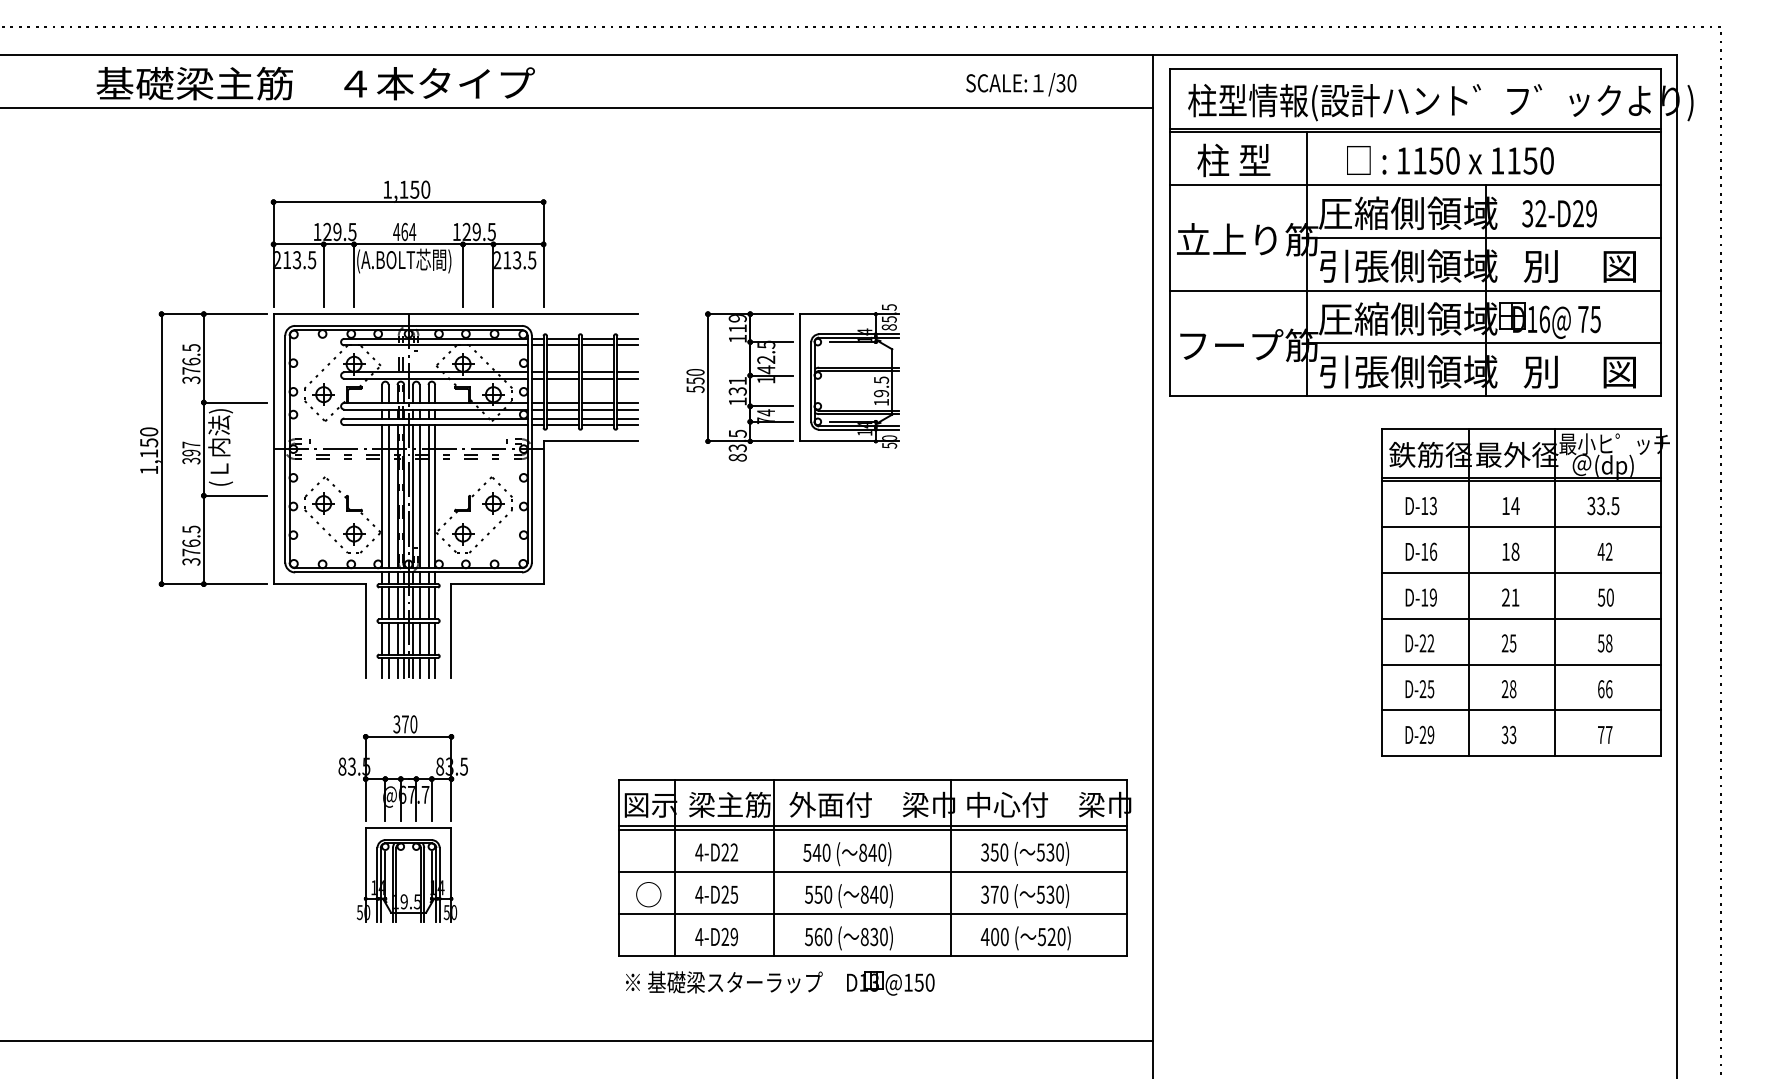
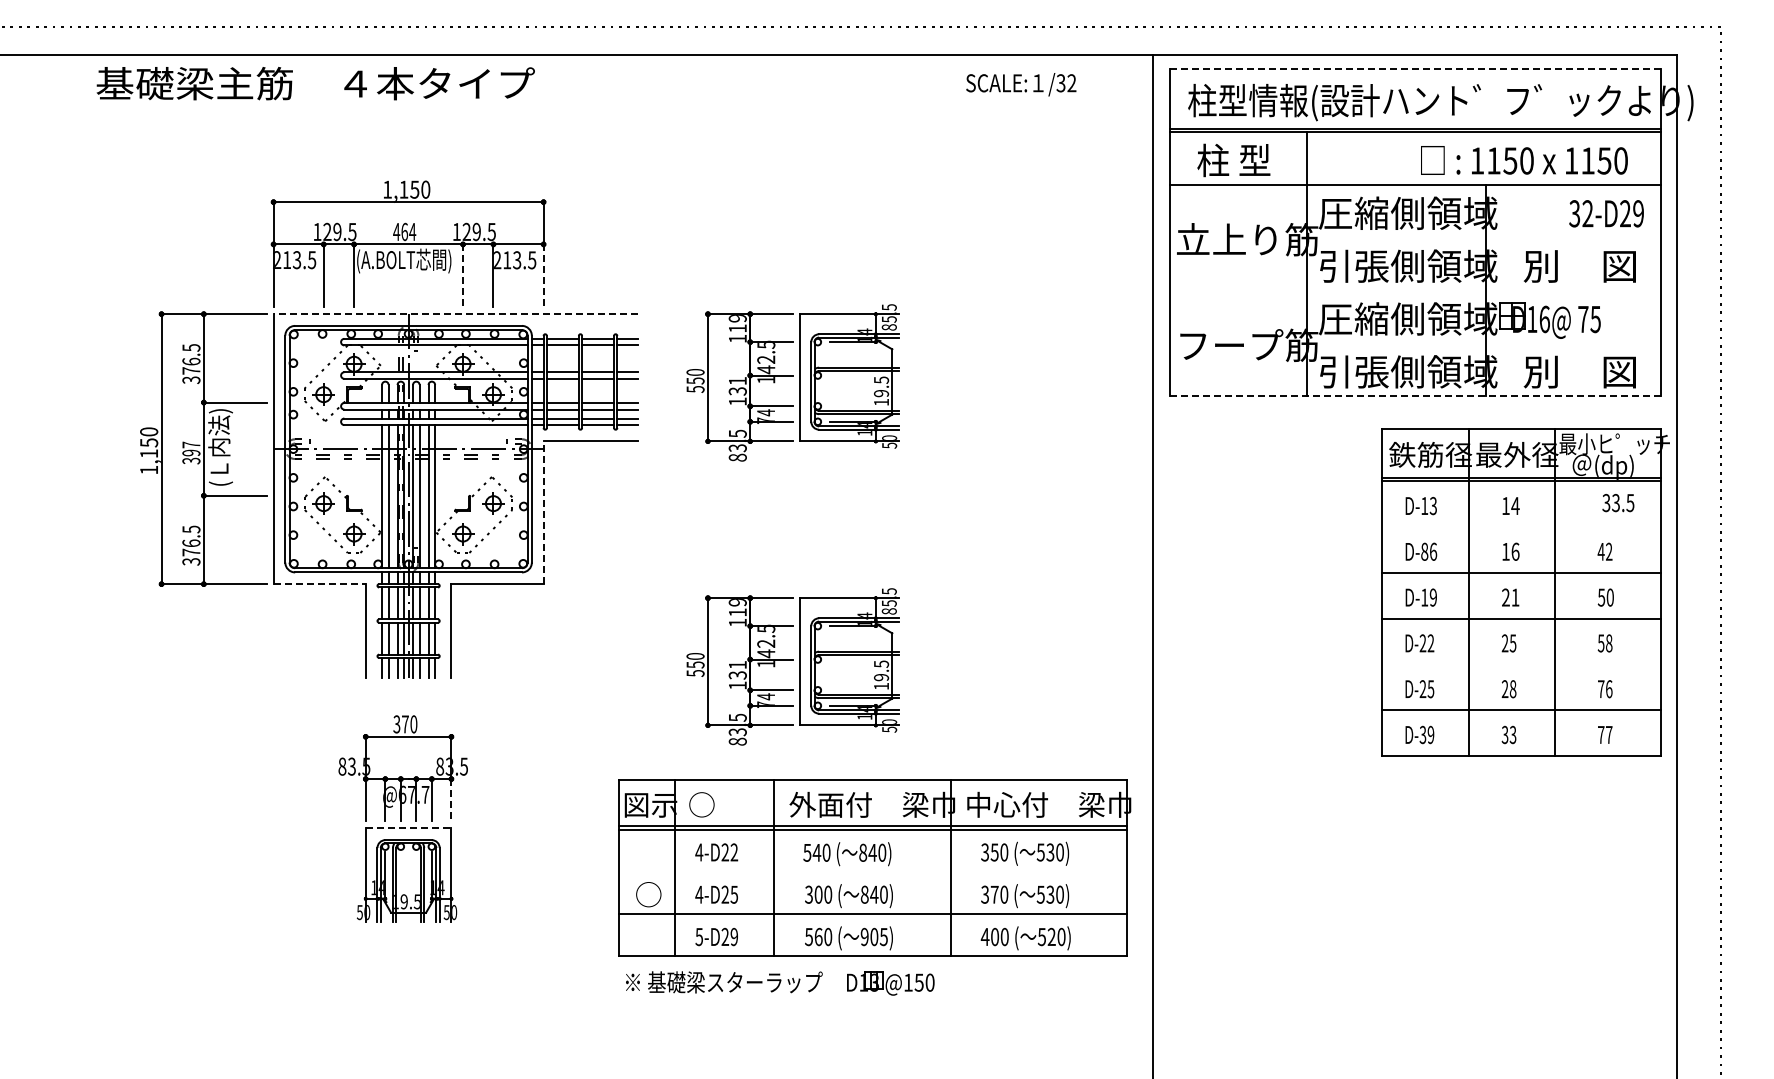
line at (1415, 68): solid -> dashed
text at (1071, 83): /30 -> /32
line at (577, 108): present -> none
text at (1450, 160) position: (1450, 160) -> (1524, 160)
text at (1559, 213) position: (1559, 213) -> (1606, 213)
line at (1483, 237): present -> none
line at (463, 276): solid -> dashed
line at (543, 276): solid -> dashed
line at (1414, 290): present -> none
line at (455, 314): solid -> dashed
line at (1483, 343): present -> none
line at (1415, 396): solid -> dashed
text at (1603, 506) position: (1603, 506) -> (1618, 503)
line at (543, 512): solid -> dashed
line at (1521, 527): present -> none
text at (1424, 551): D-16 -> D-86
text at (1515, 551): 18 -> 16
line at (320, 584): solid -> dashed
line at (1521, 664): present -> none
part at (792, 666): none -> present
text at (1601, 689): 66 -> 76
text at (1422, 735): D-29 -> D-39
line at (451, 800): solid -> dashed
text at (729, 804): 梁主筋 -> ○
line at (408, 828): solid -> dashed
line at (872, 871): present -> none
text at (813, 894): 550 -> 300
text at (699, 937): 4-D29 -> 5-D29
text at (873, 937): 830) -> 905)
line at (577, 1040): present -> none
